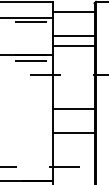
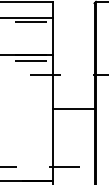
line at (73, 11): present -> none
line at (73, 36): present -> none
line at (73, 46): present -> none
line at (73, 133): present -> none
